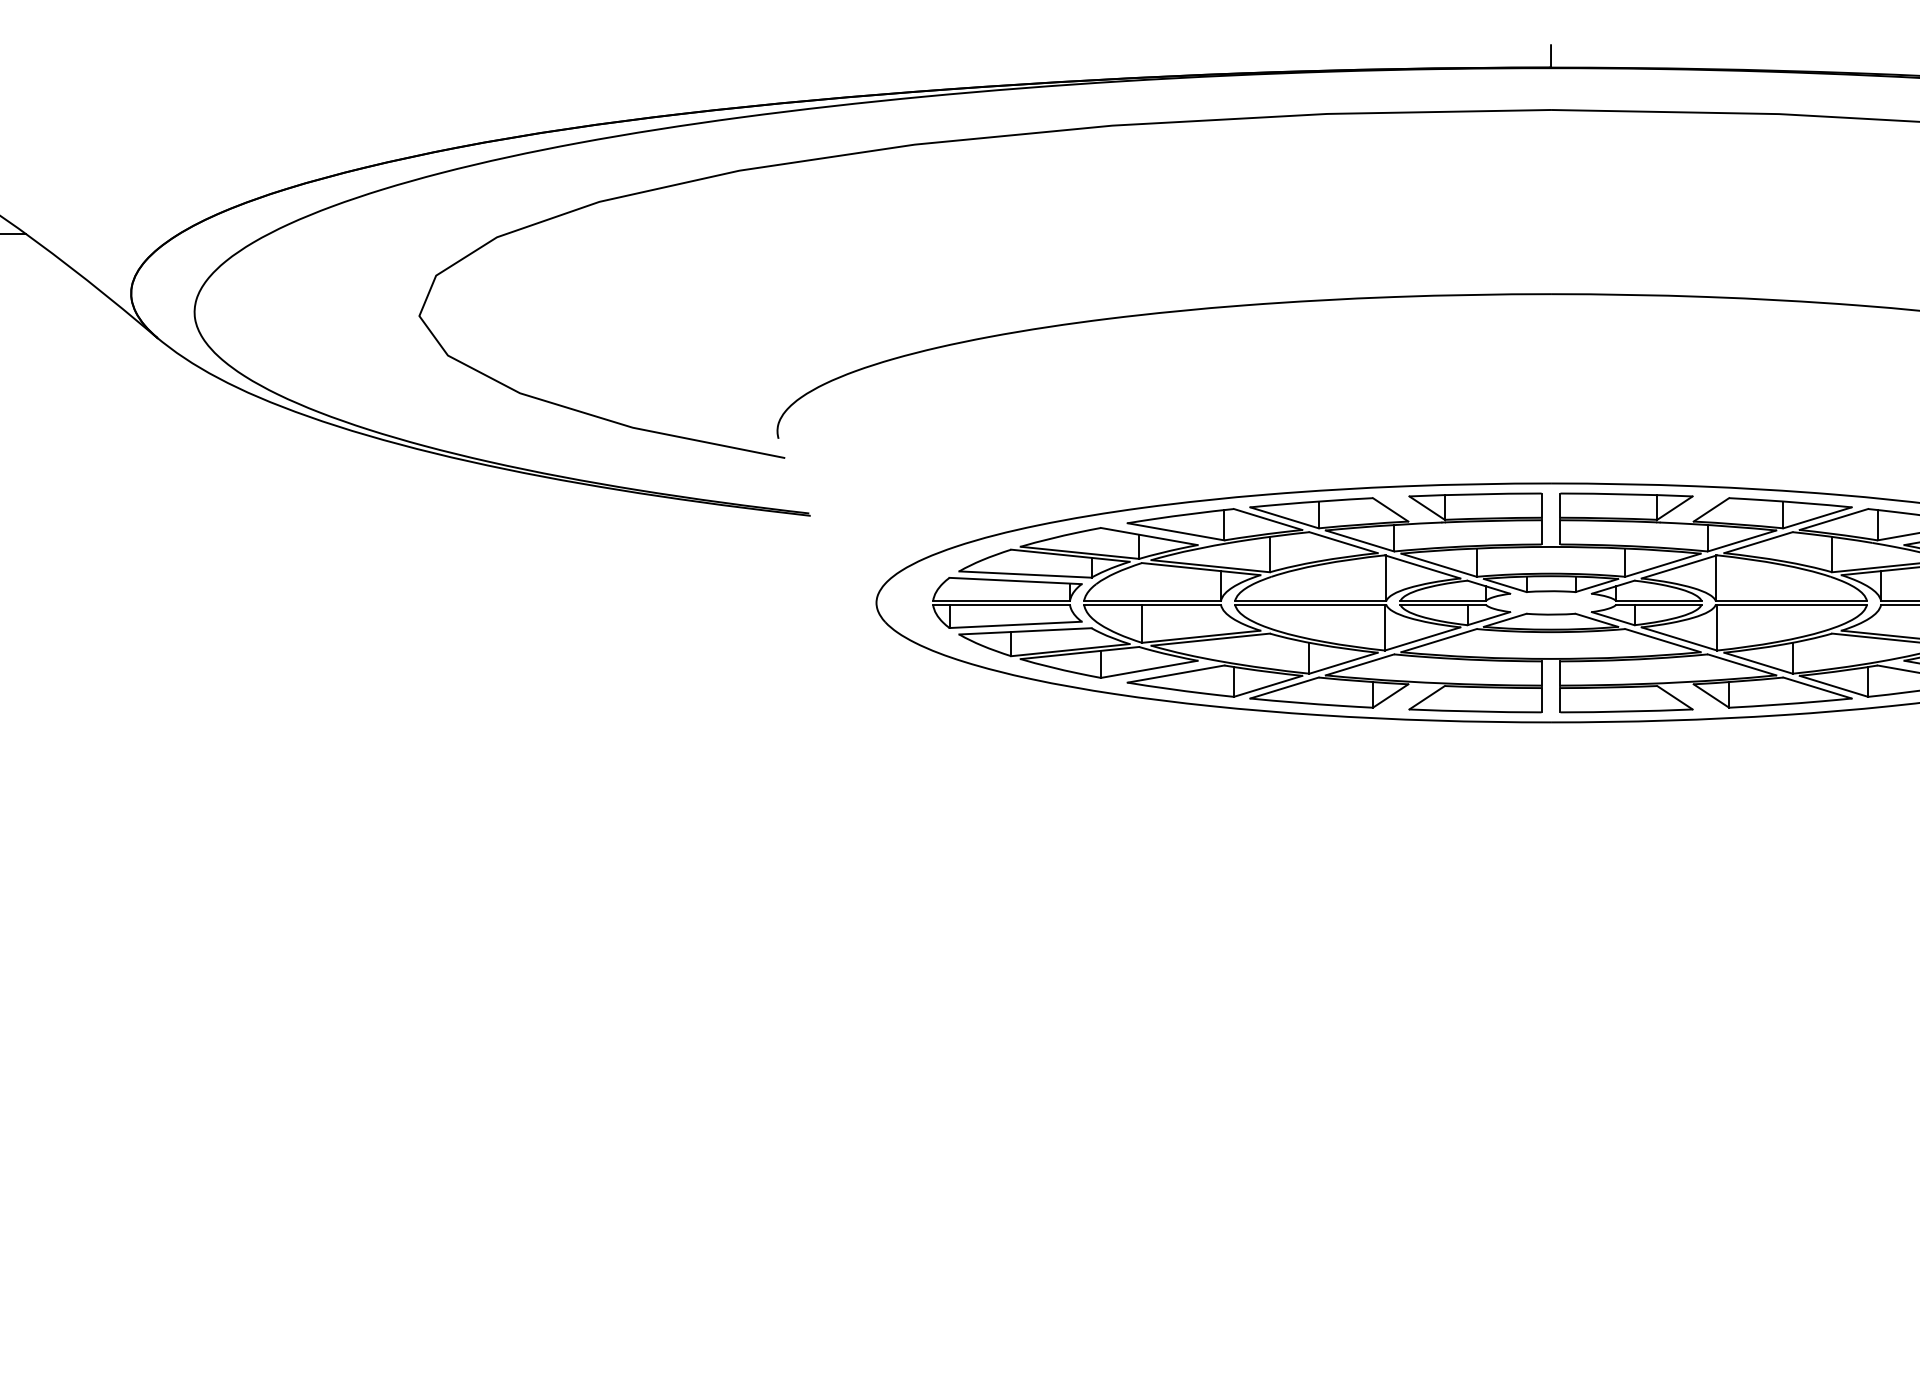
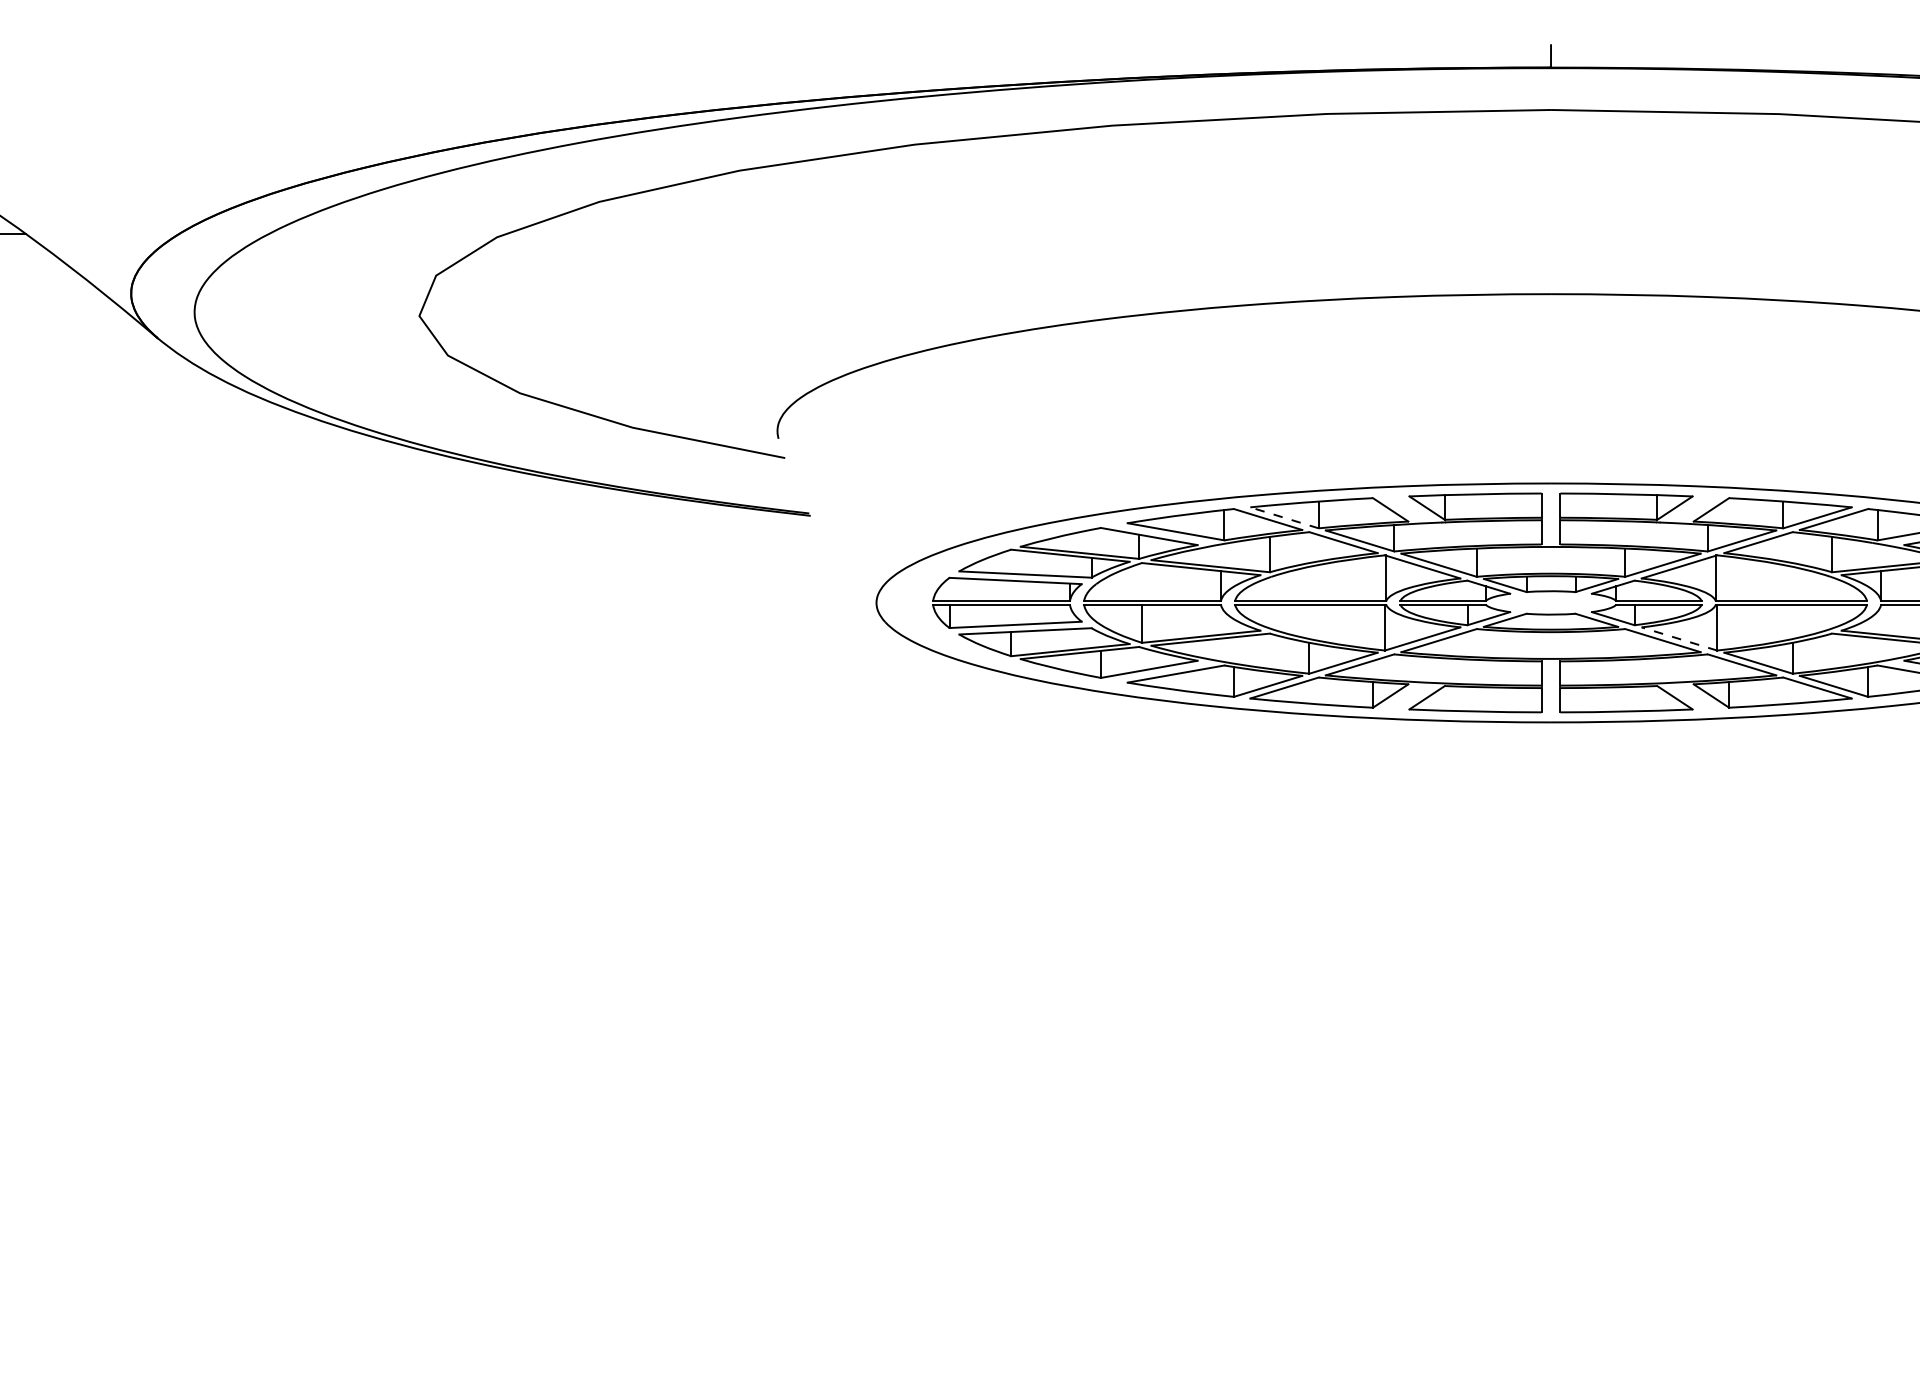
line at (1284, 517): solid -> dashed
line at (1679, 638): solid -> dashed
